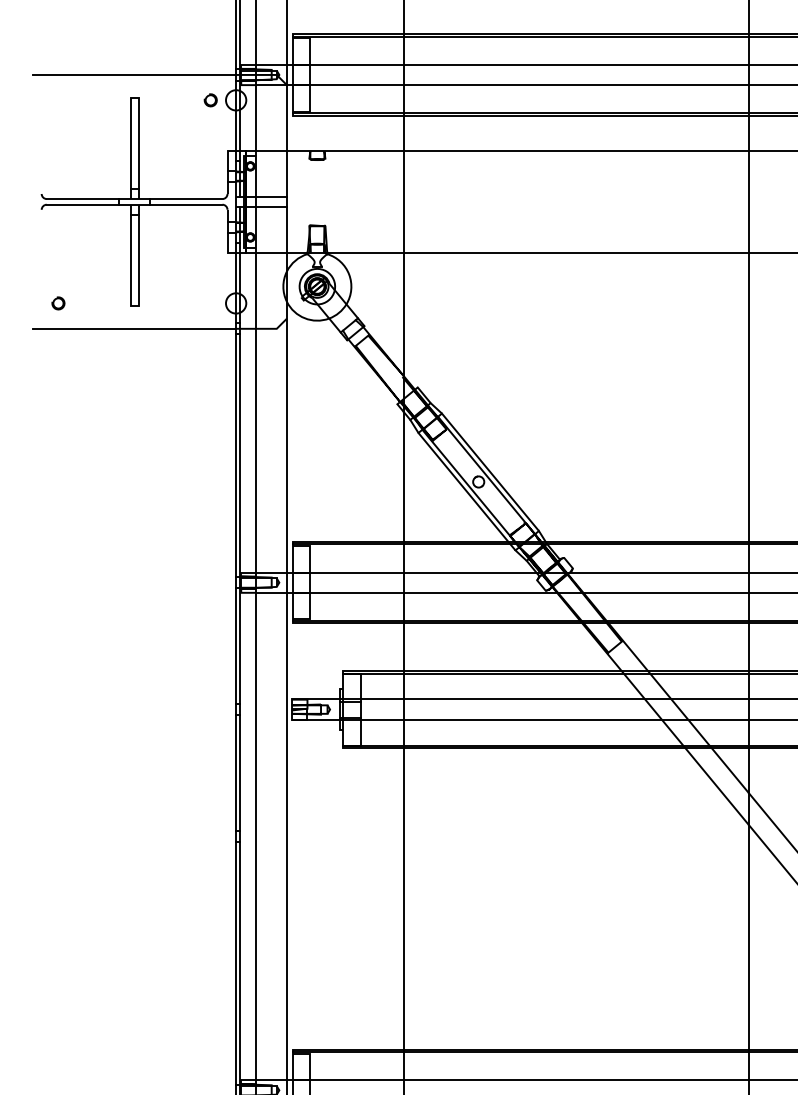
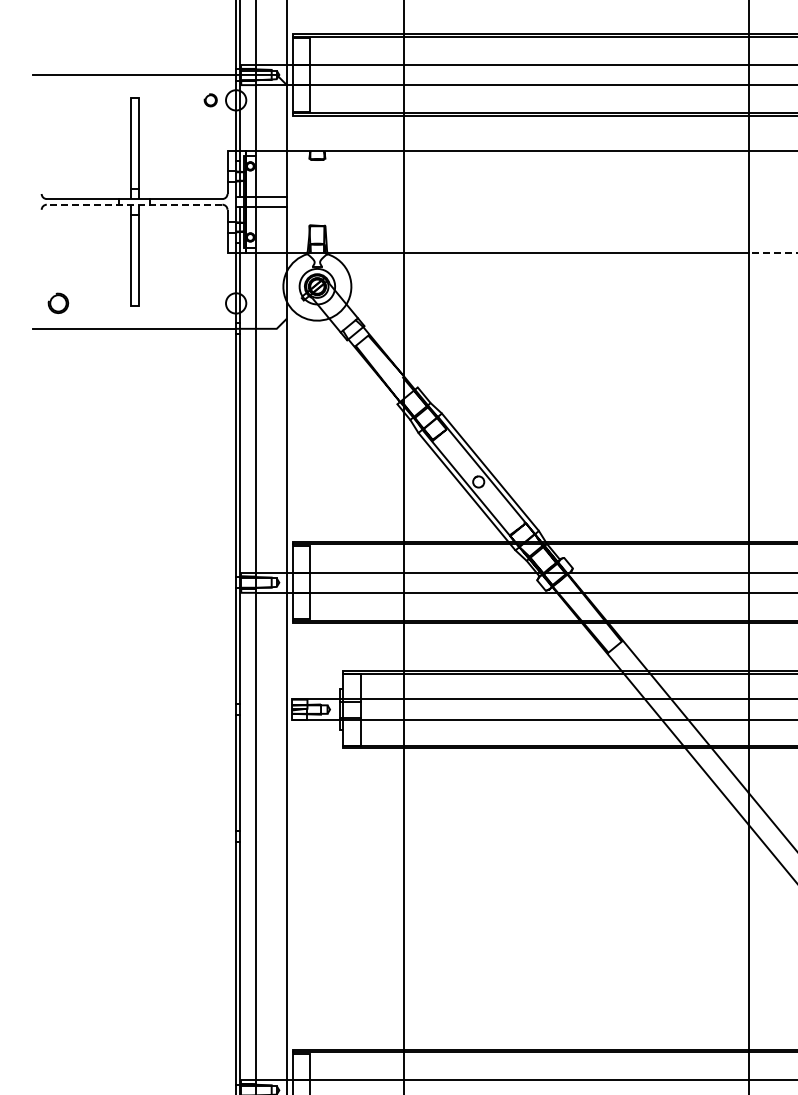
line at (134, 204): solid -> dashed
line at (772, 252): solid -> dashed
part at (58, 303) size: 15x15 px -> 23x22 px
